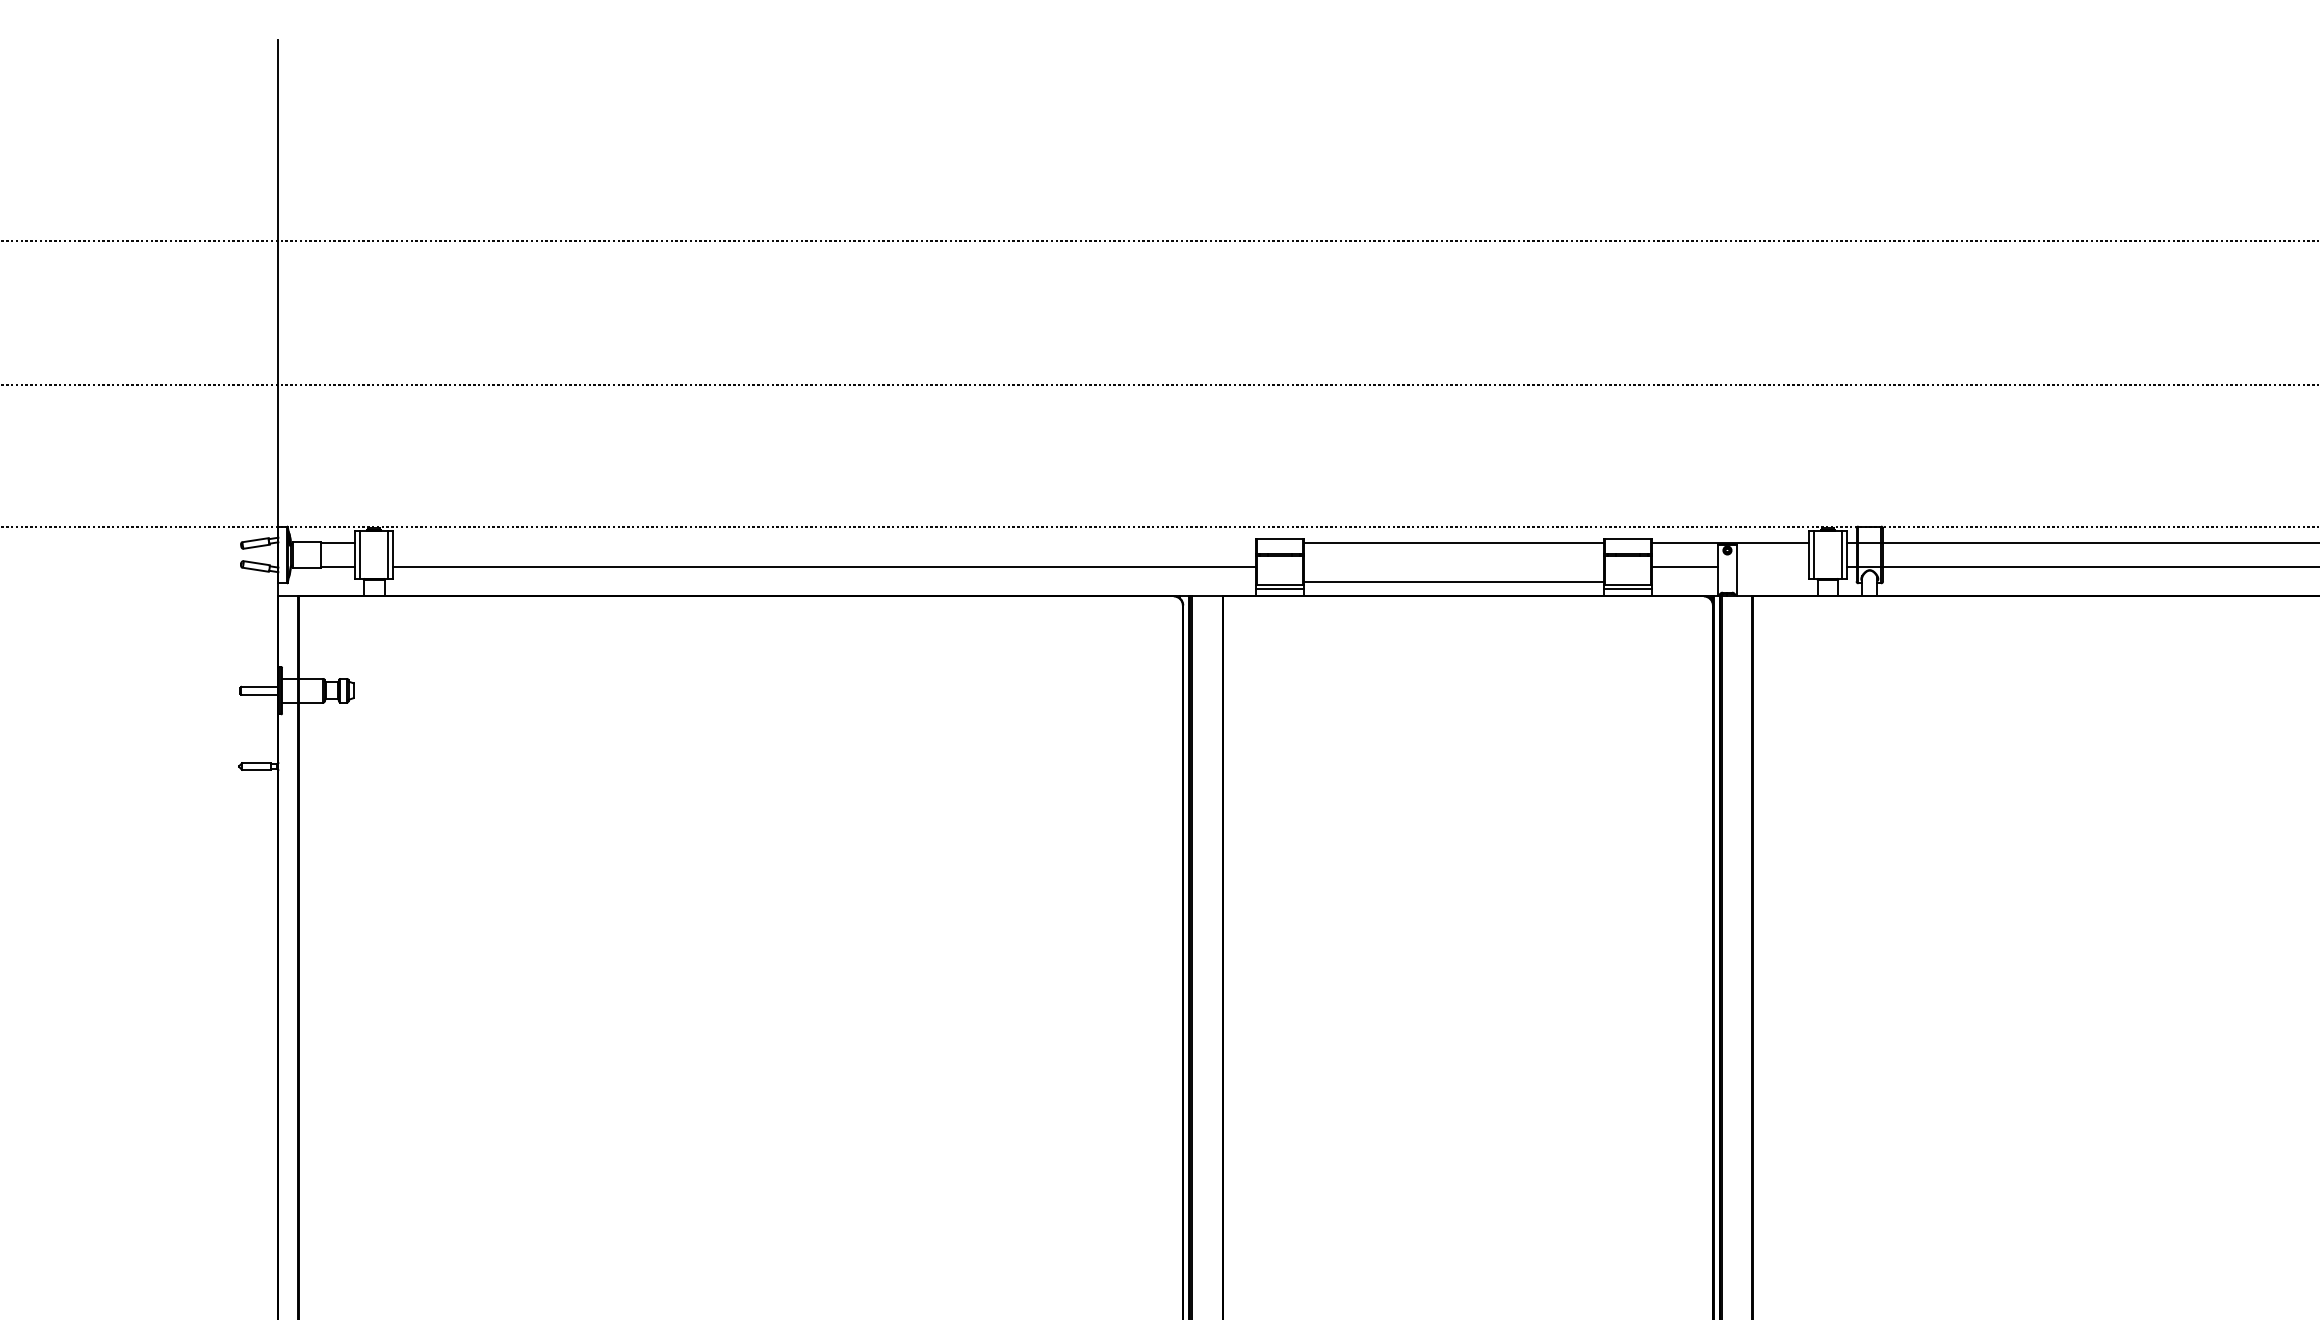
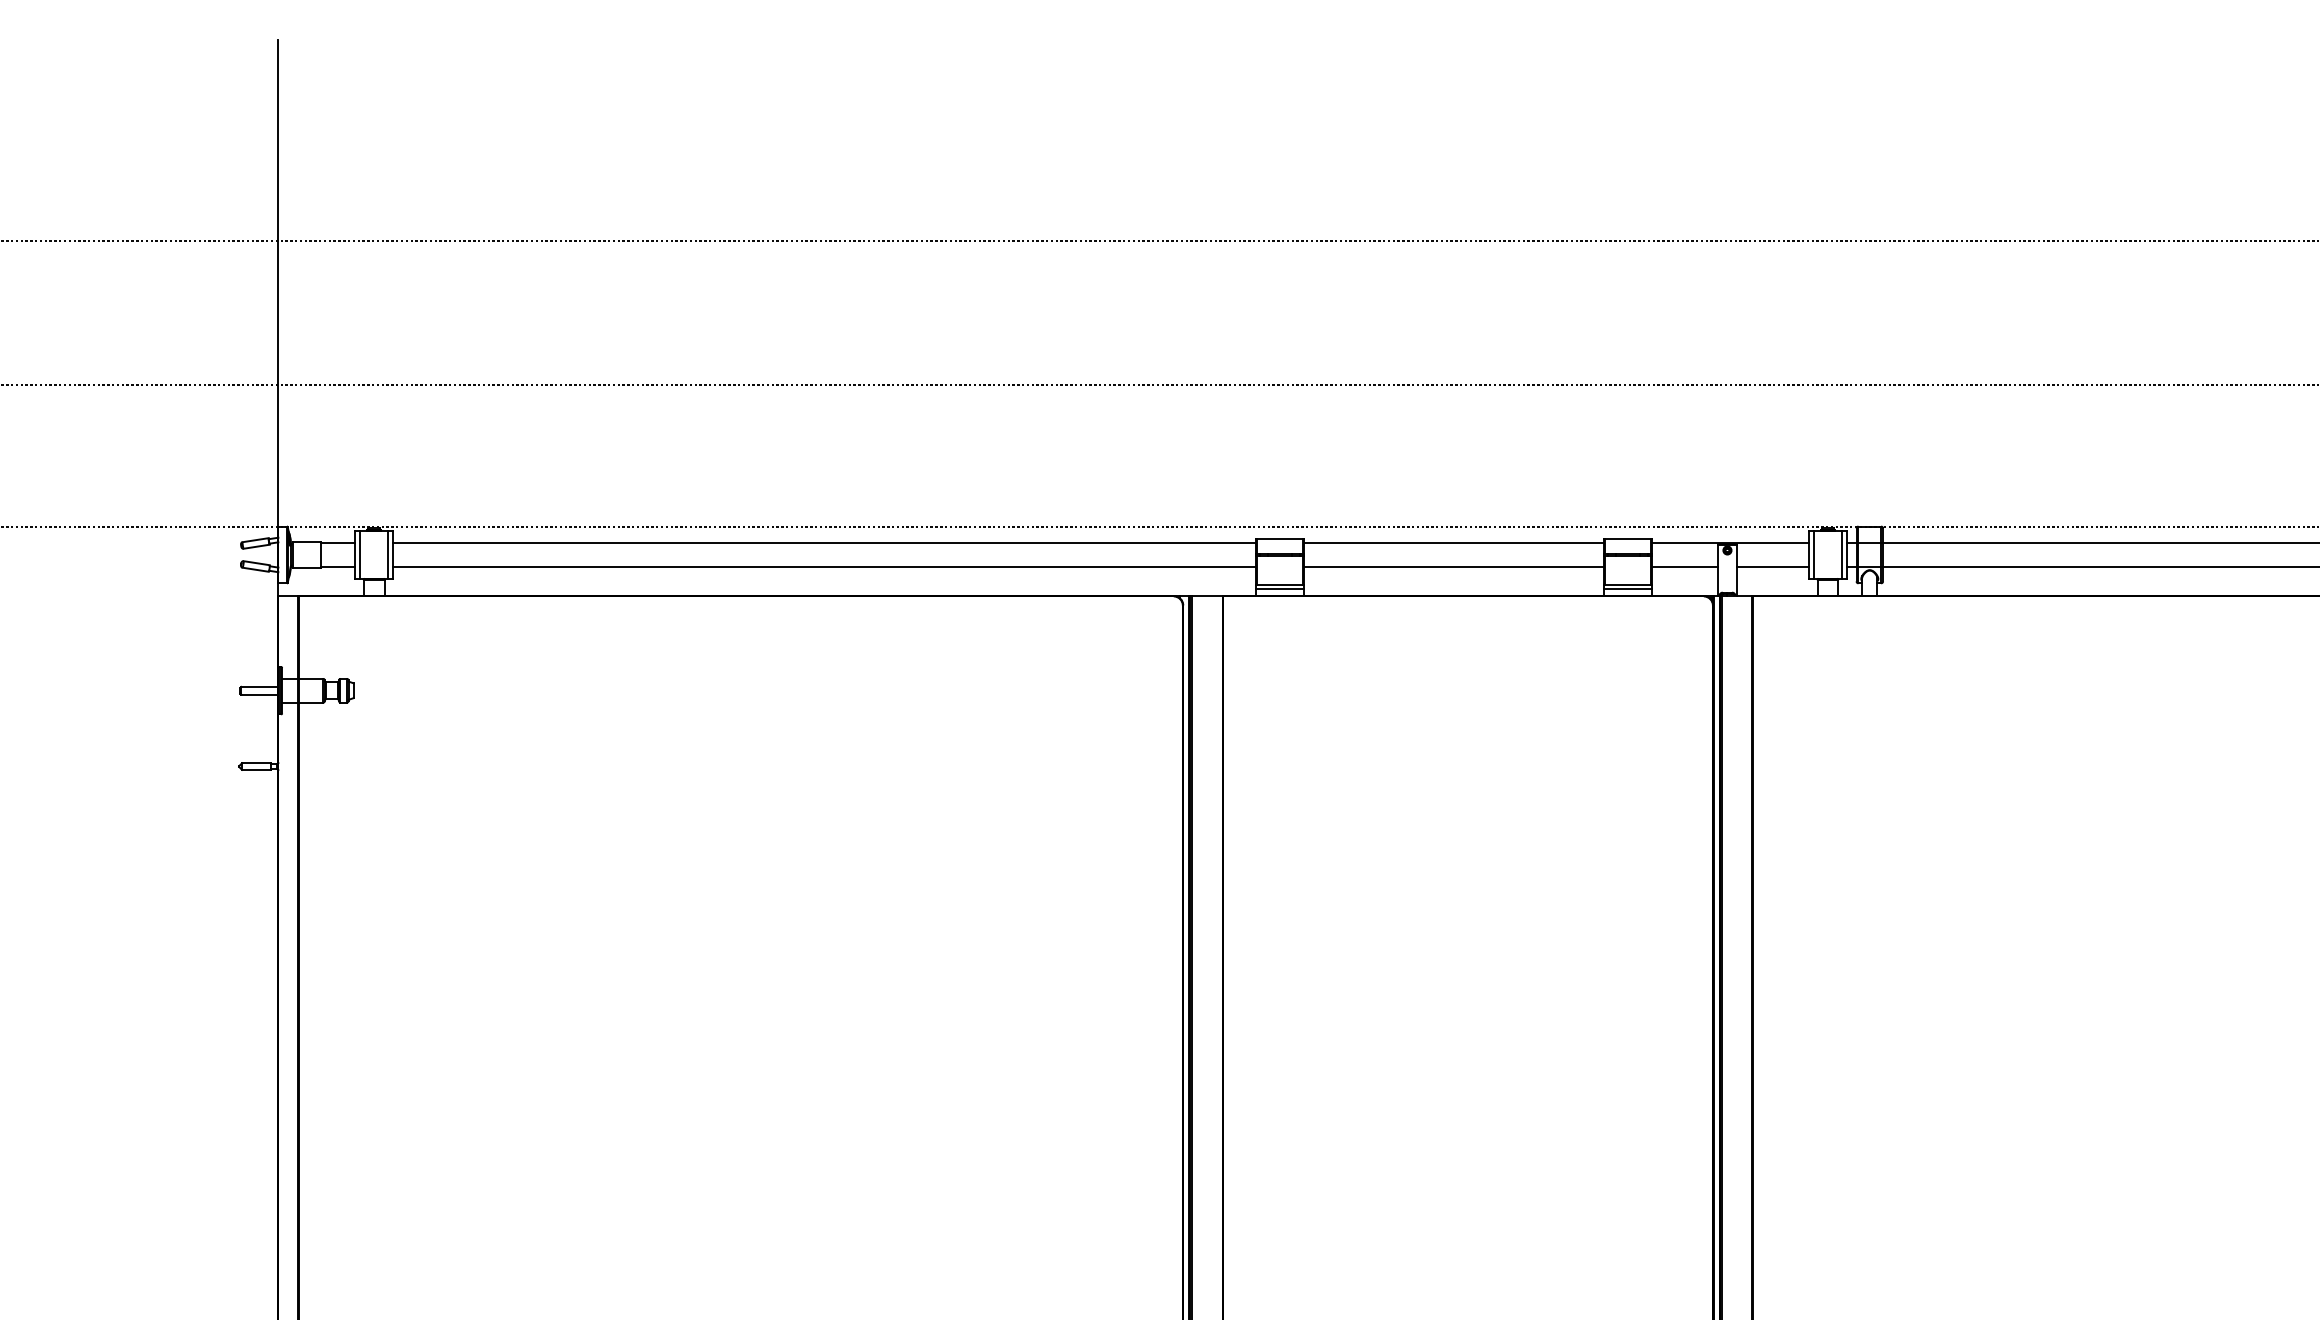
line at (824, 543): none -> present
line at (1772, 566): none -> present
line at (1453, 581) position: (1453, 581) -> (1453, 566)
